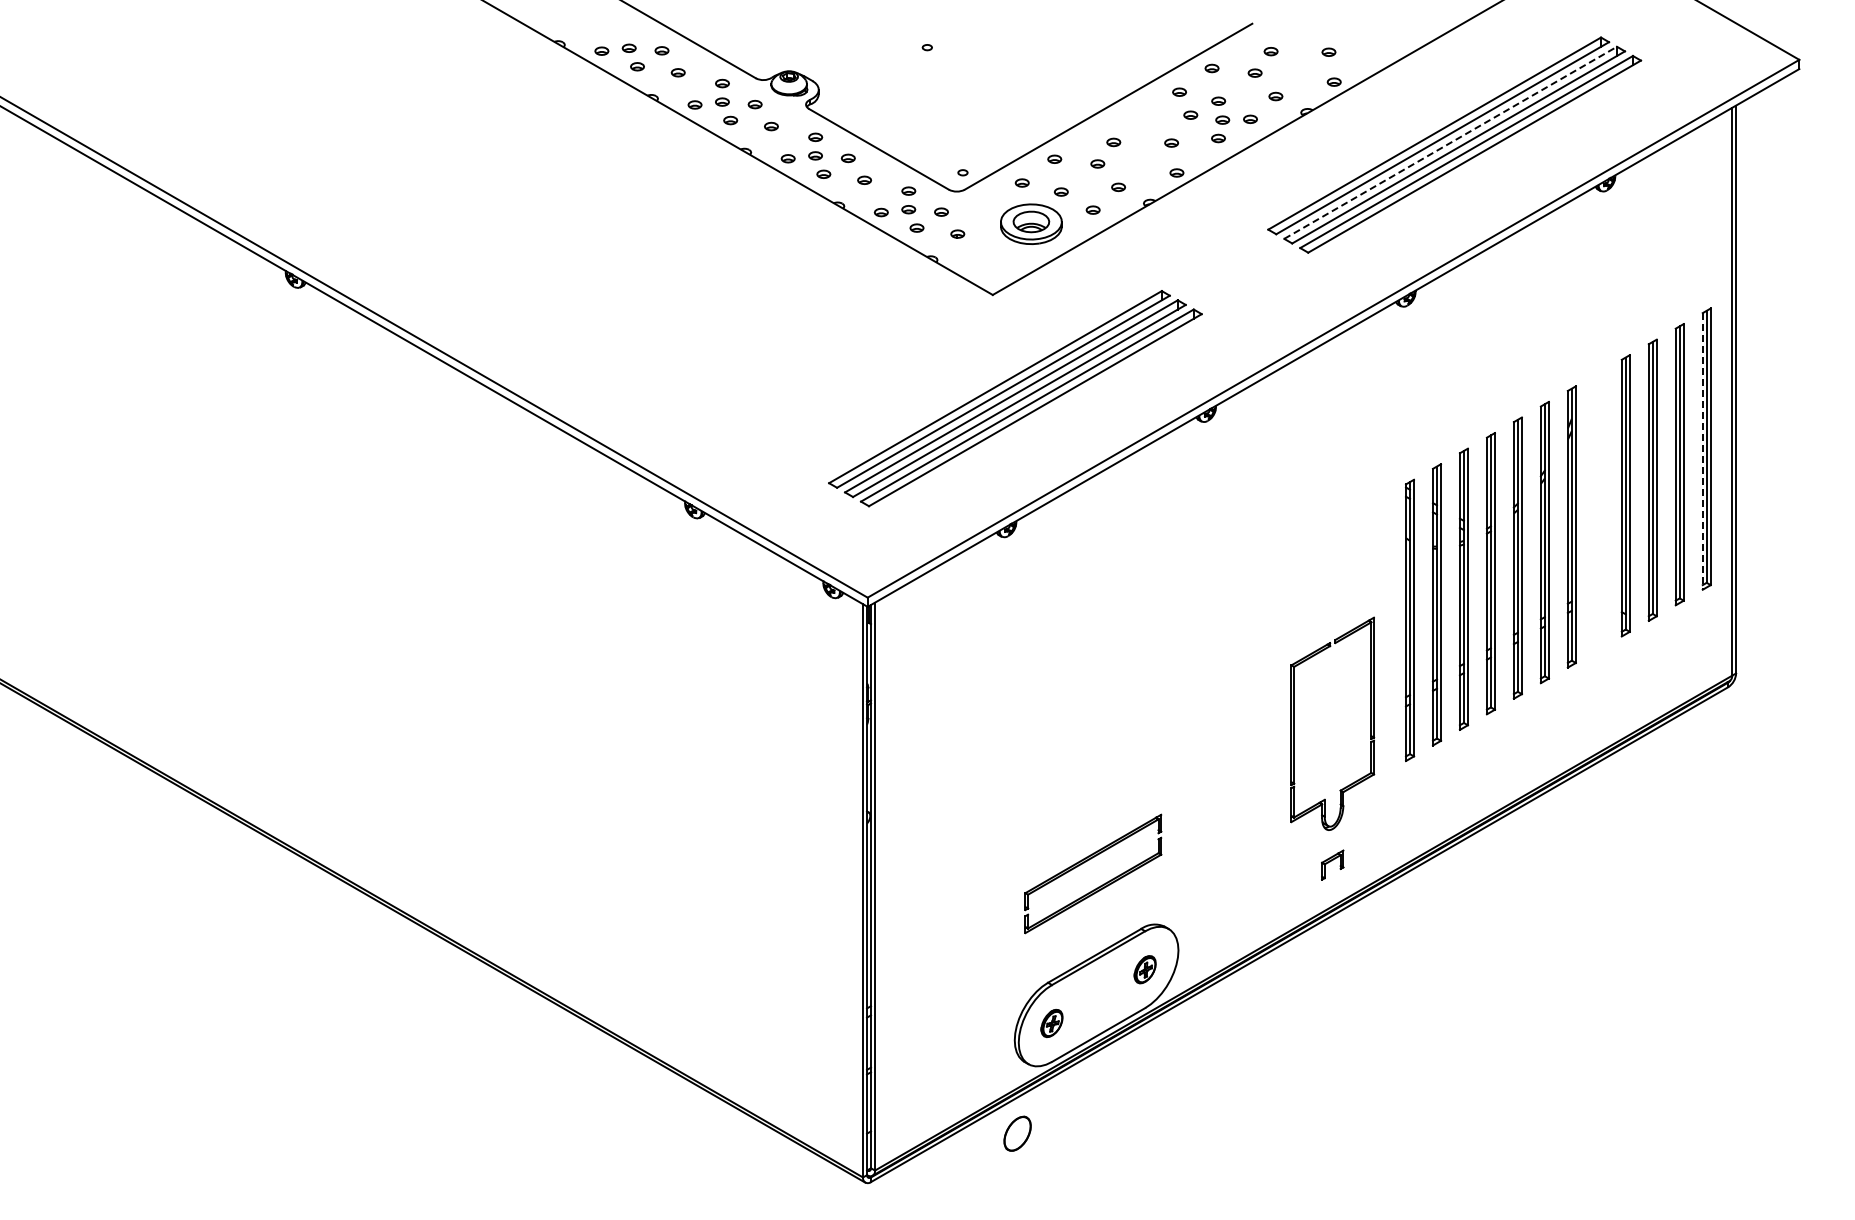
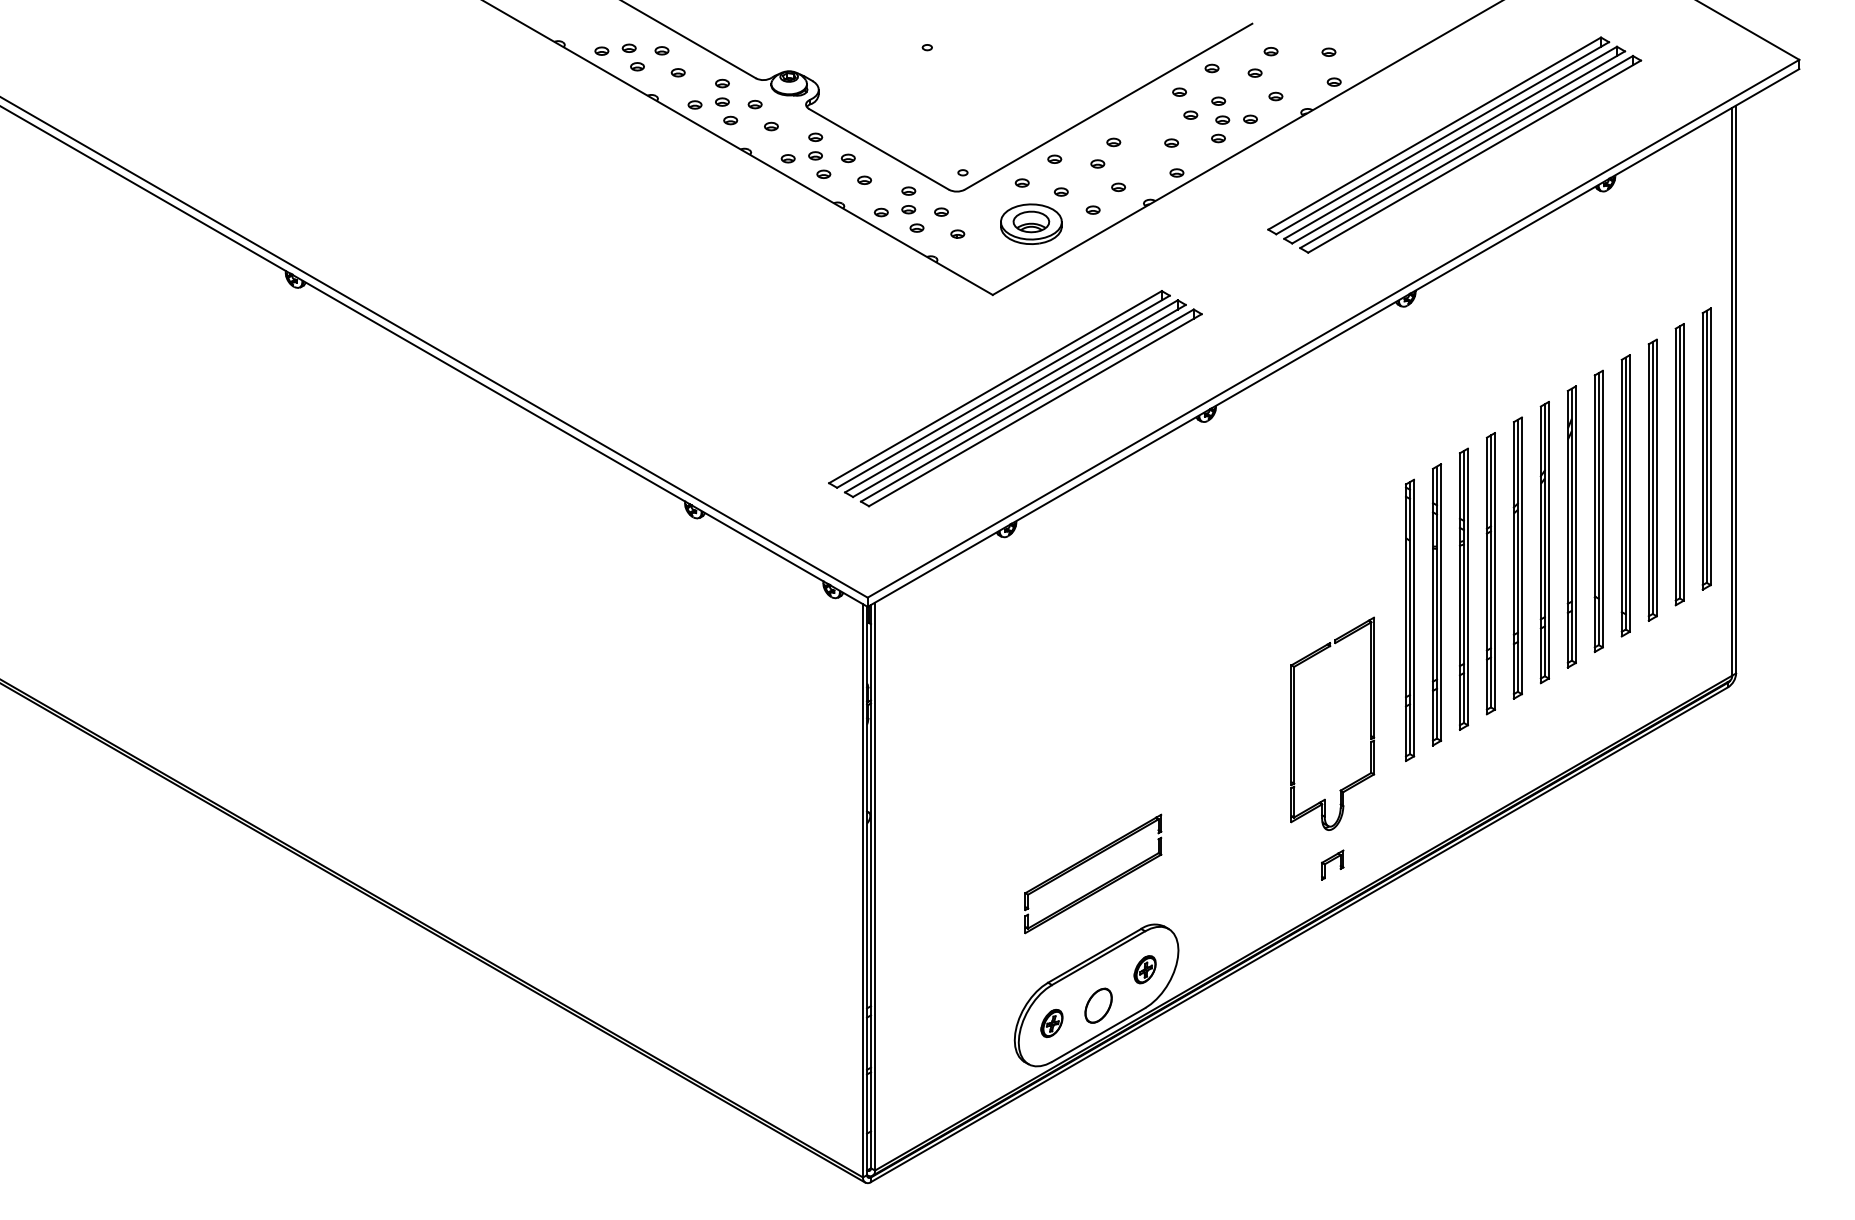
line at (1451, 142): dashed -> solid
line at (1702, 451): dashed -> solid
part at (1598, 511): none -> present
part at (1017, 1133) position: (1017, 1133) -> (1098, 1005)
